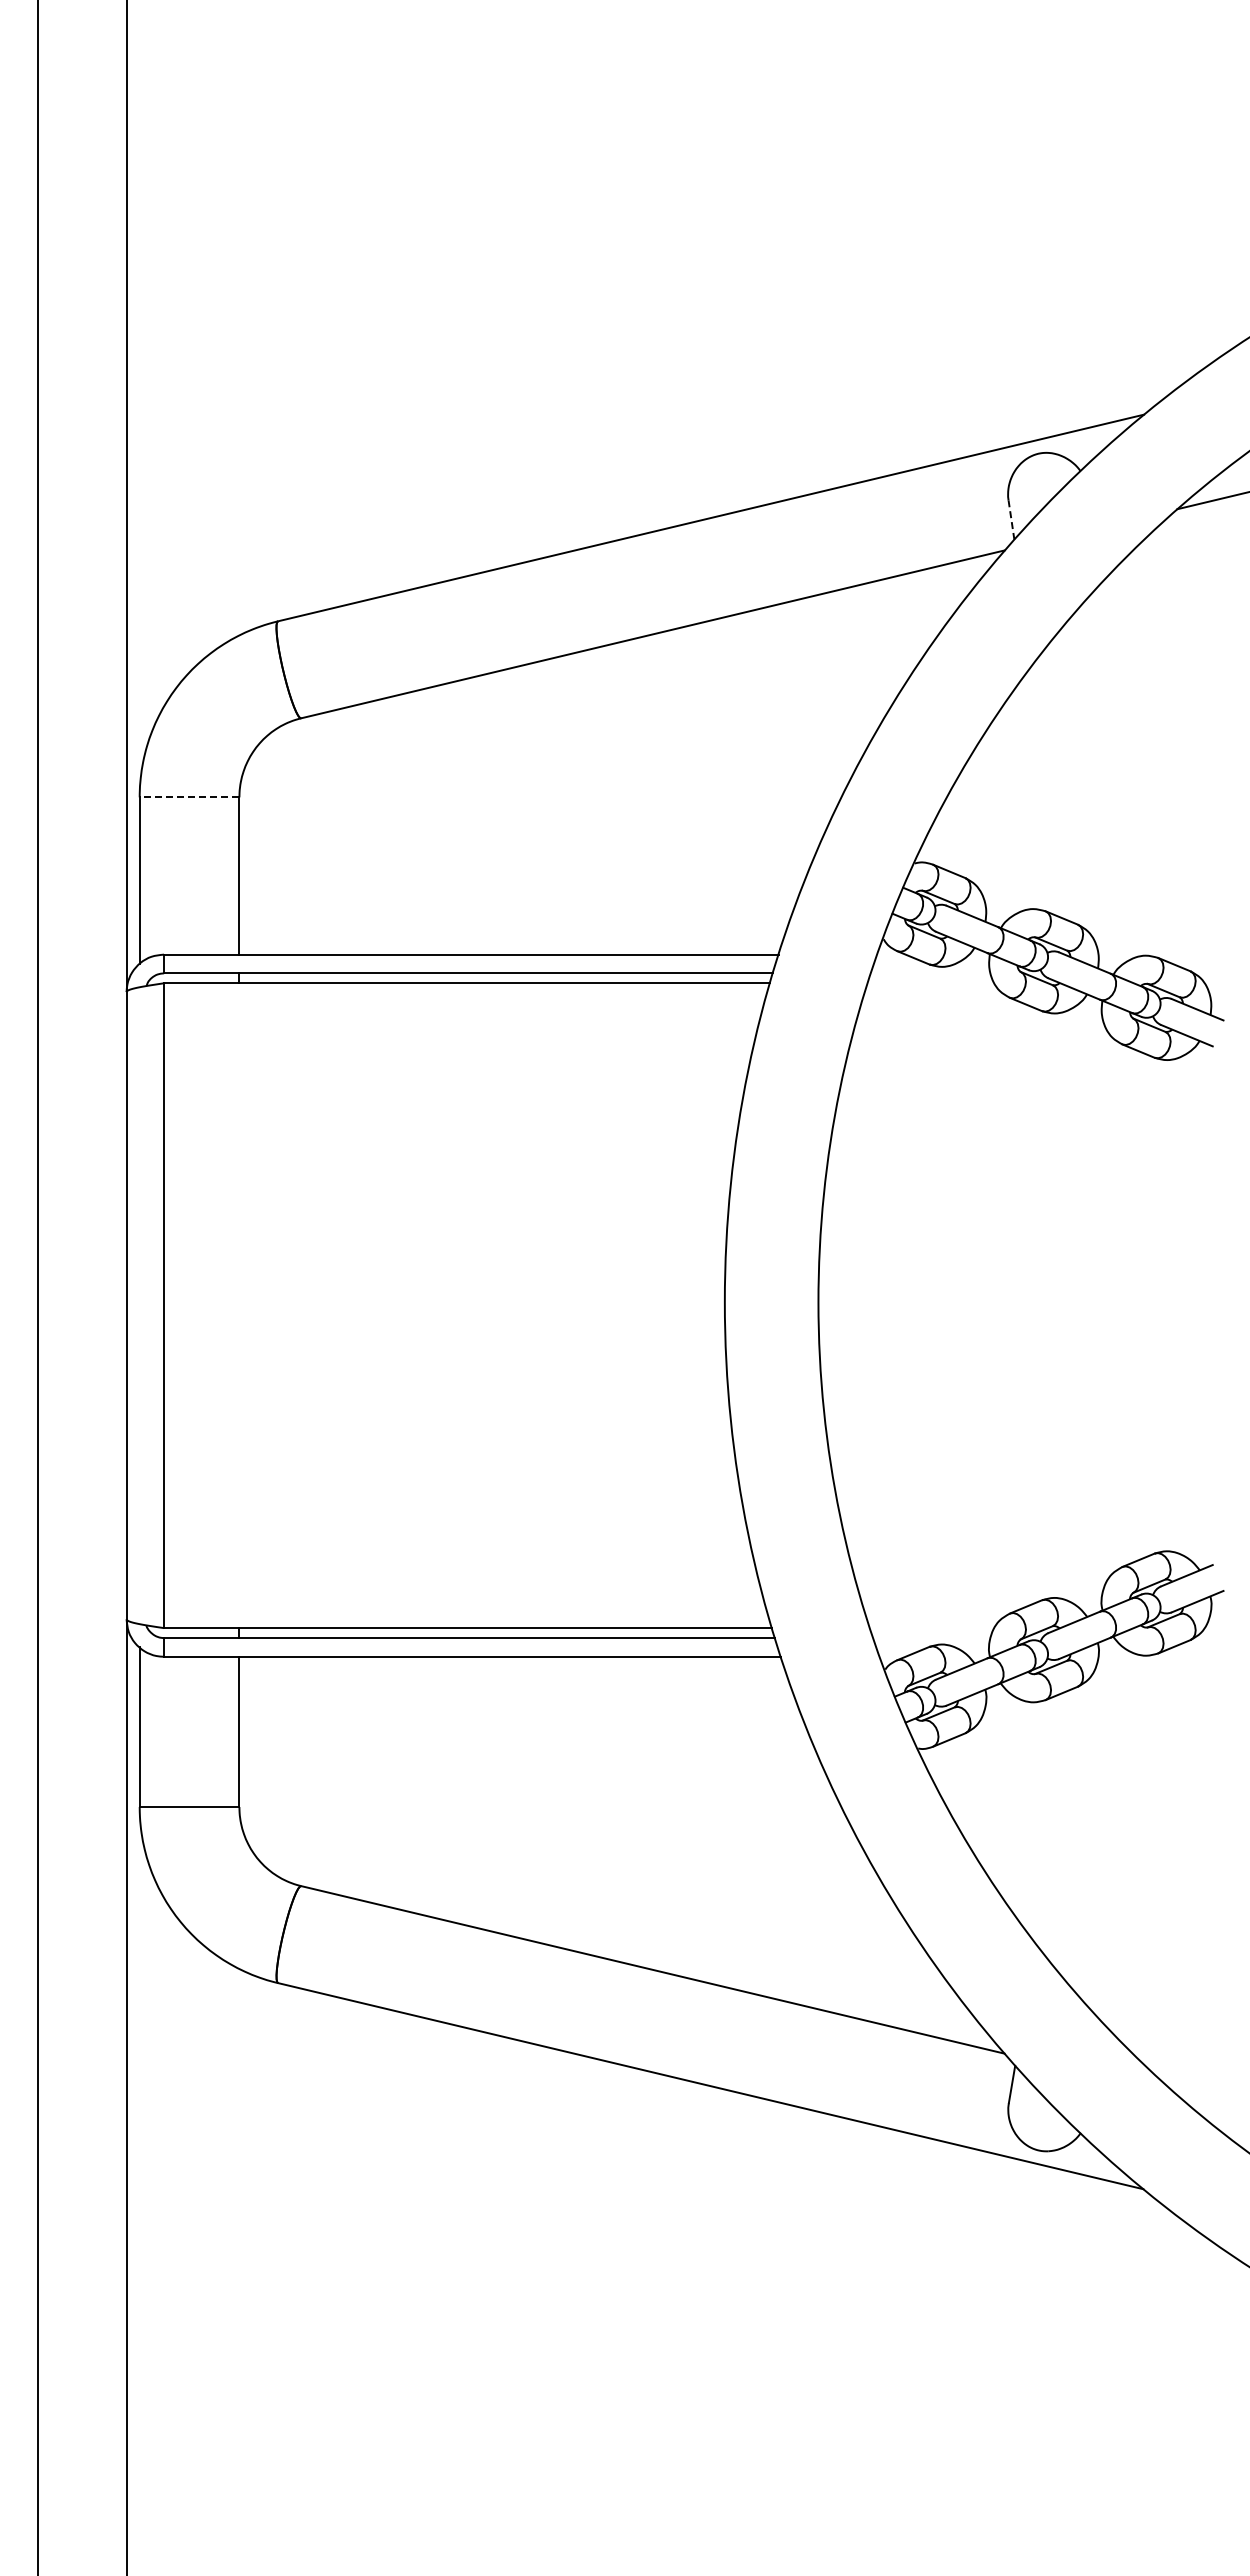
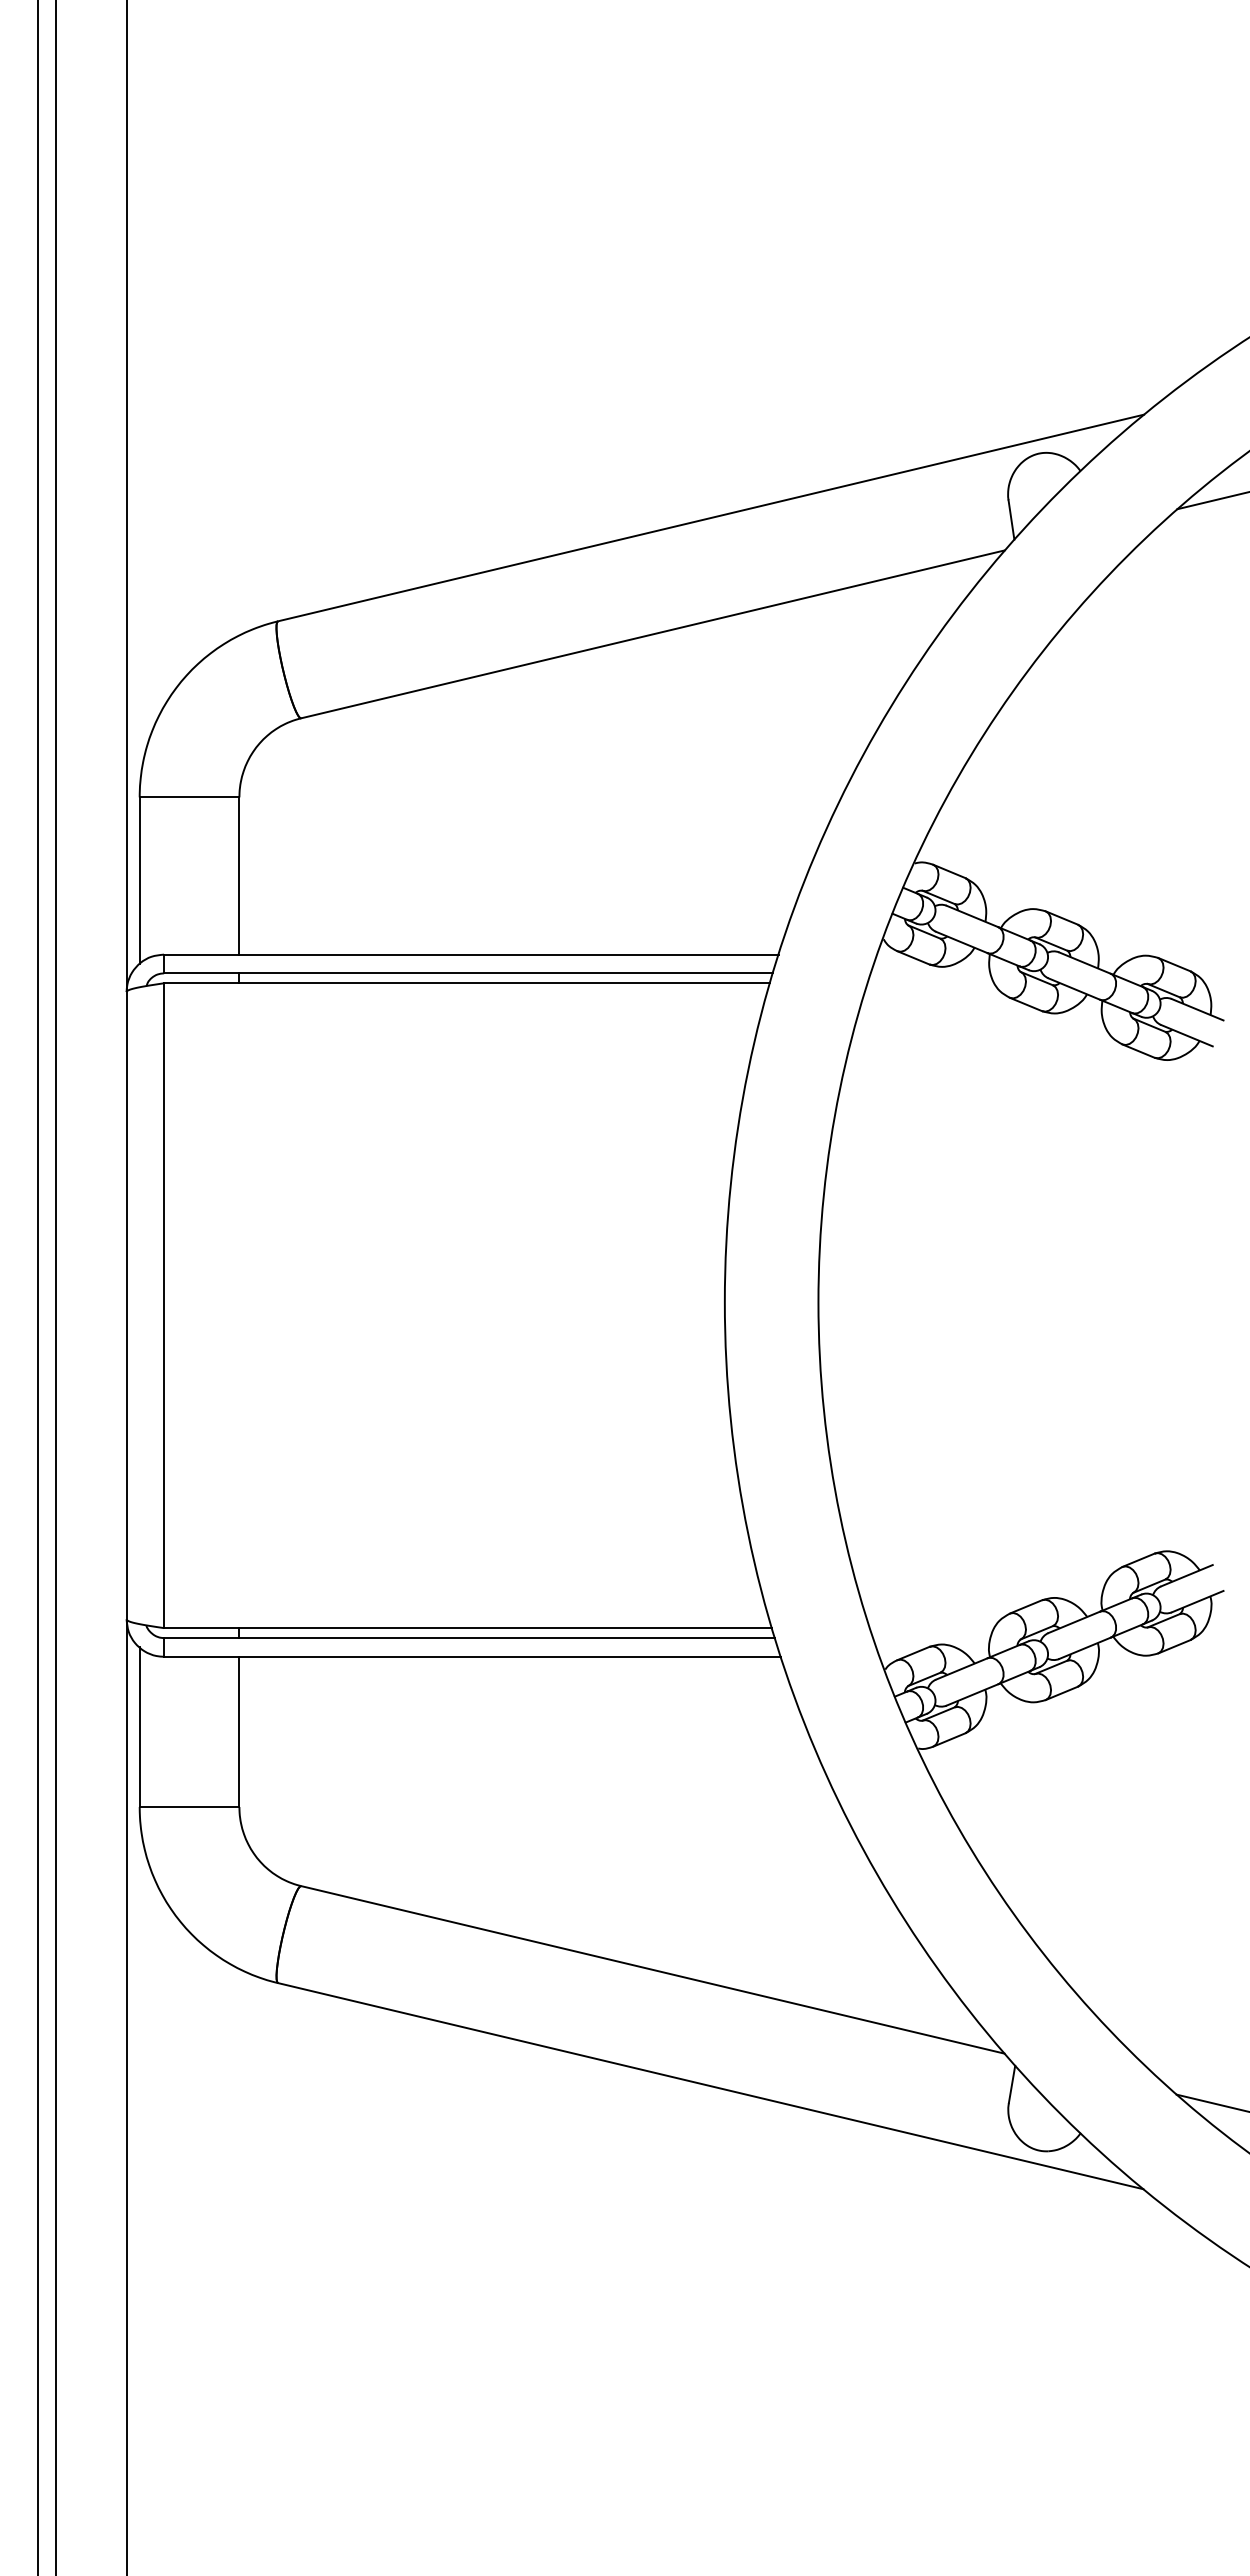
line at (1011, 519): dashed -> solid
line at (189, 797): dashed -> solid
line at (56, 1287): none -> present
line at (1211, 2102): none -> present
